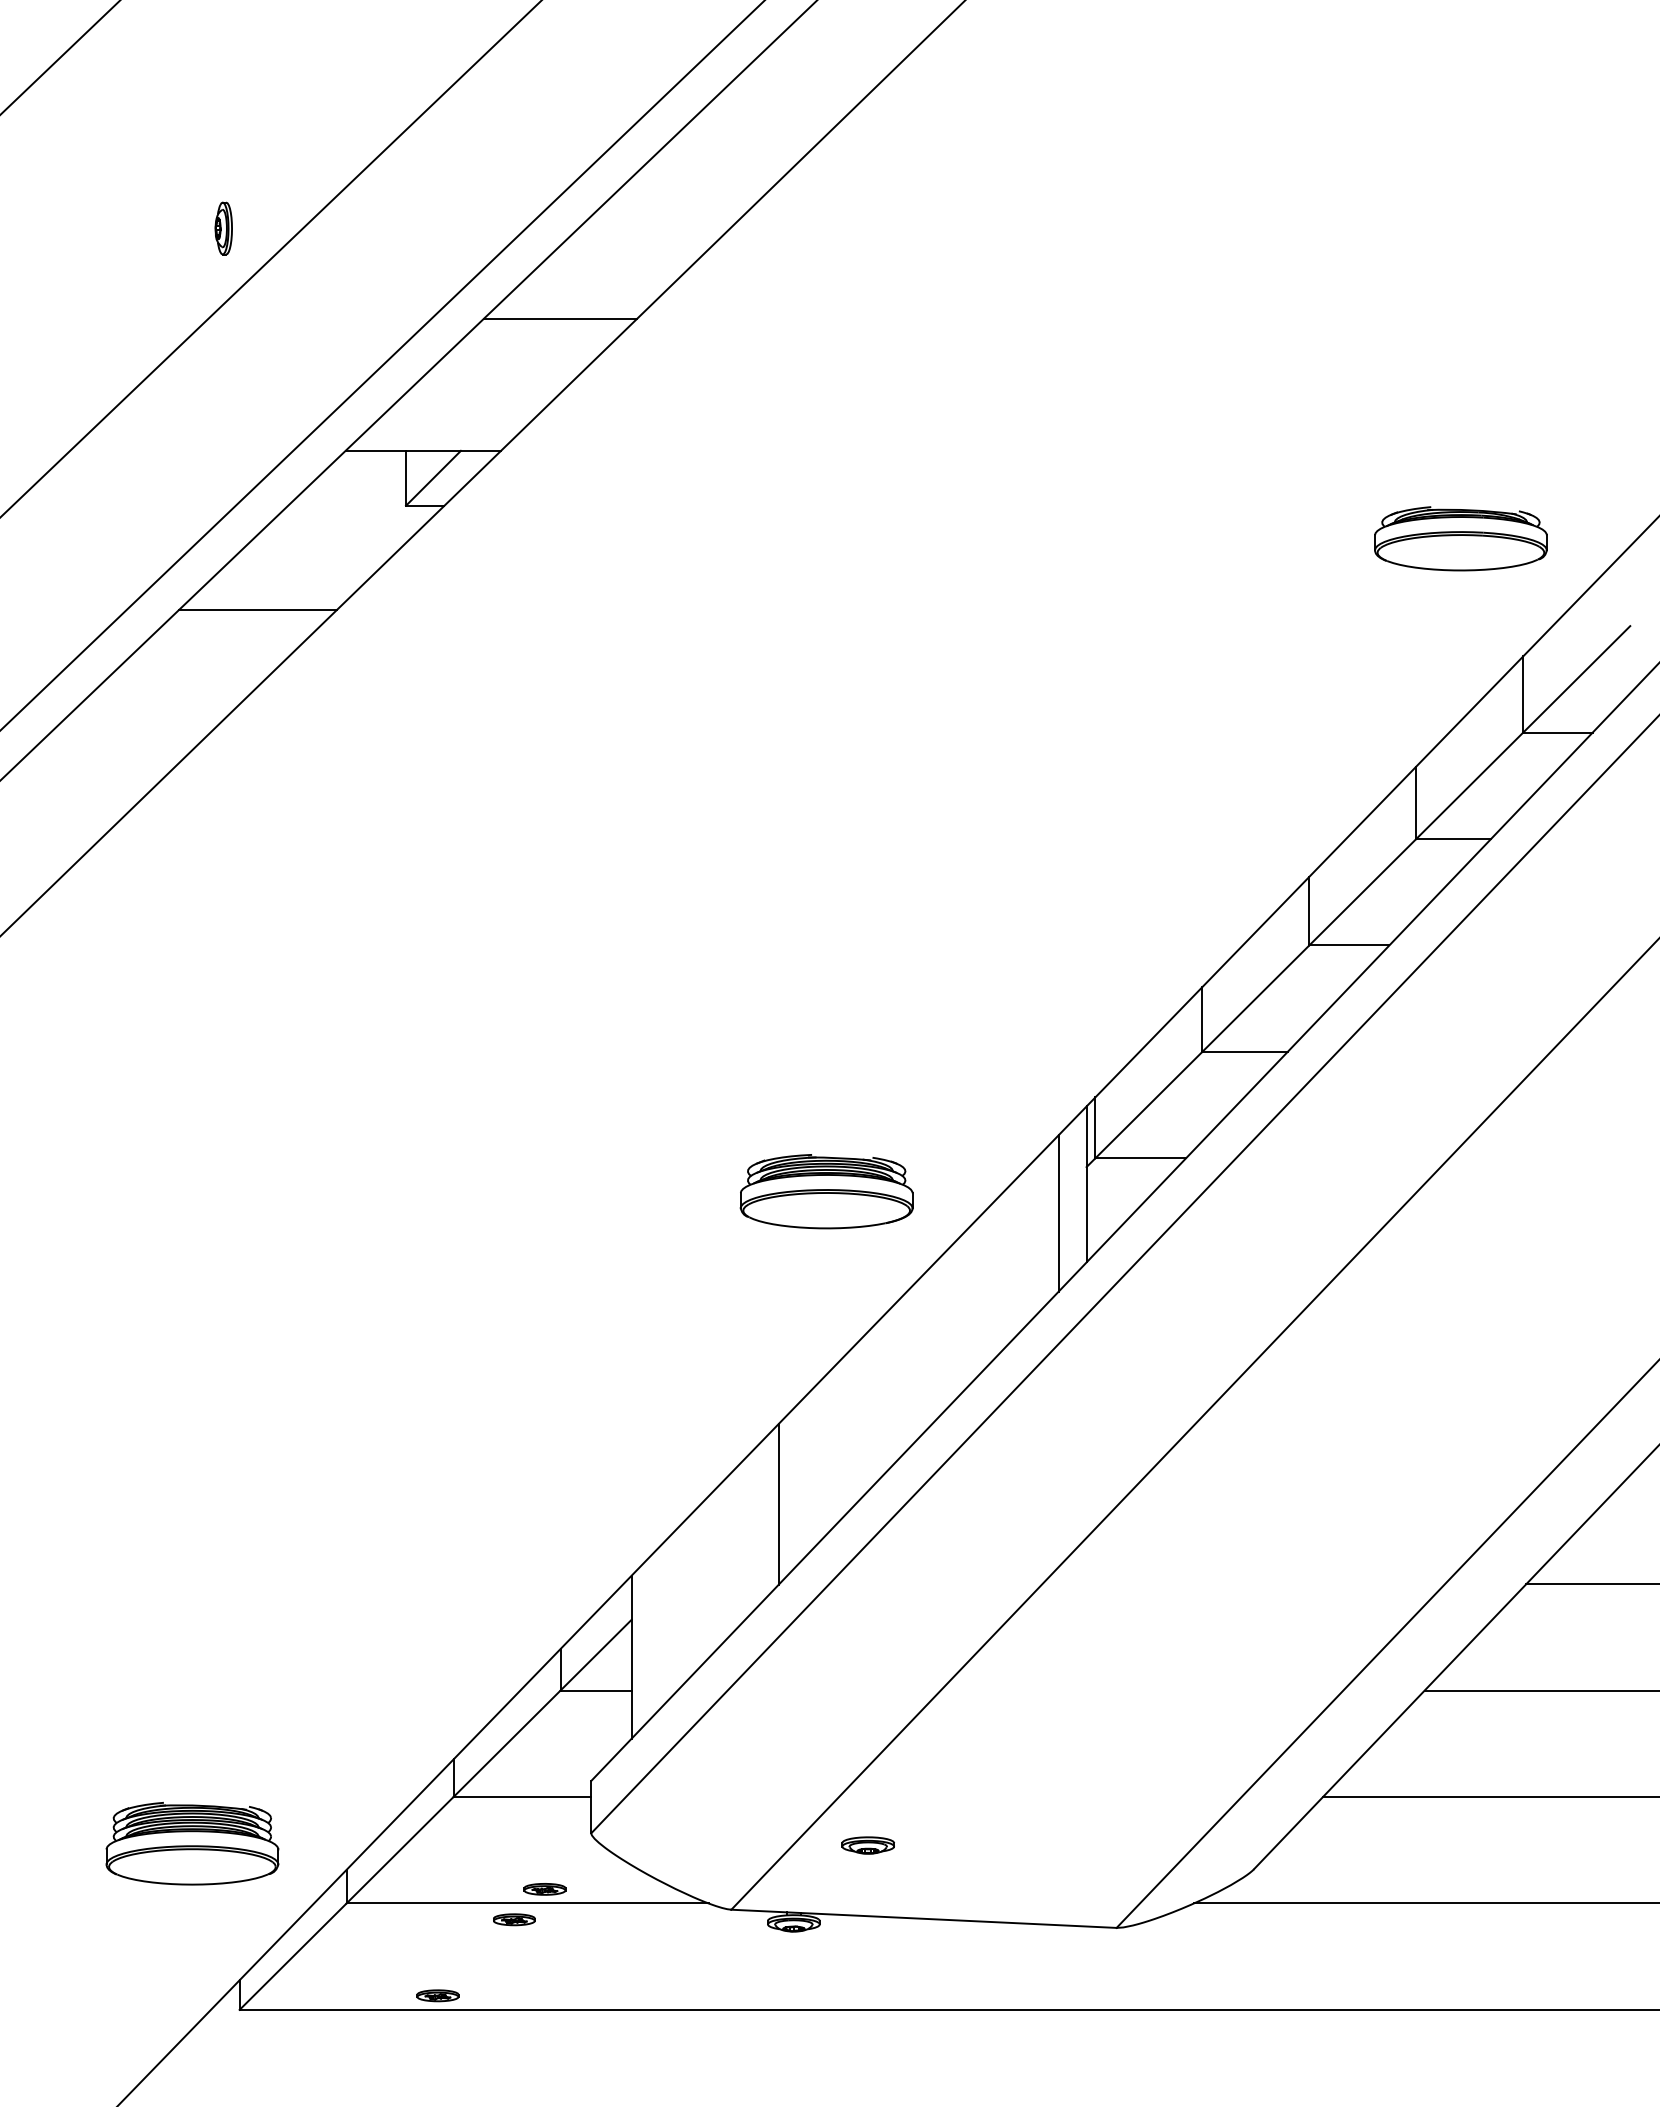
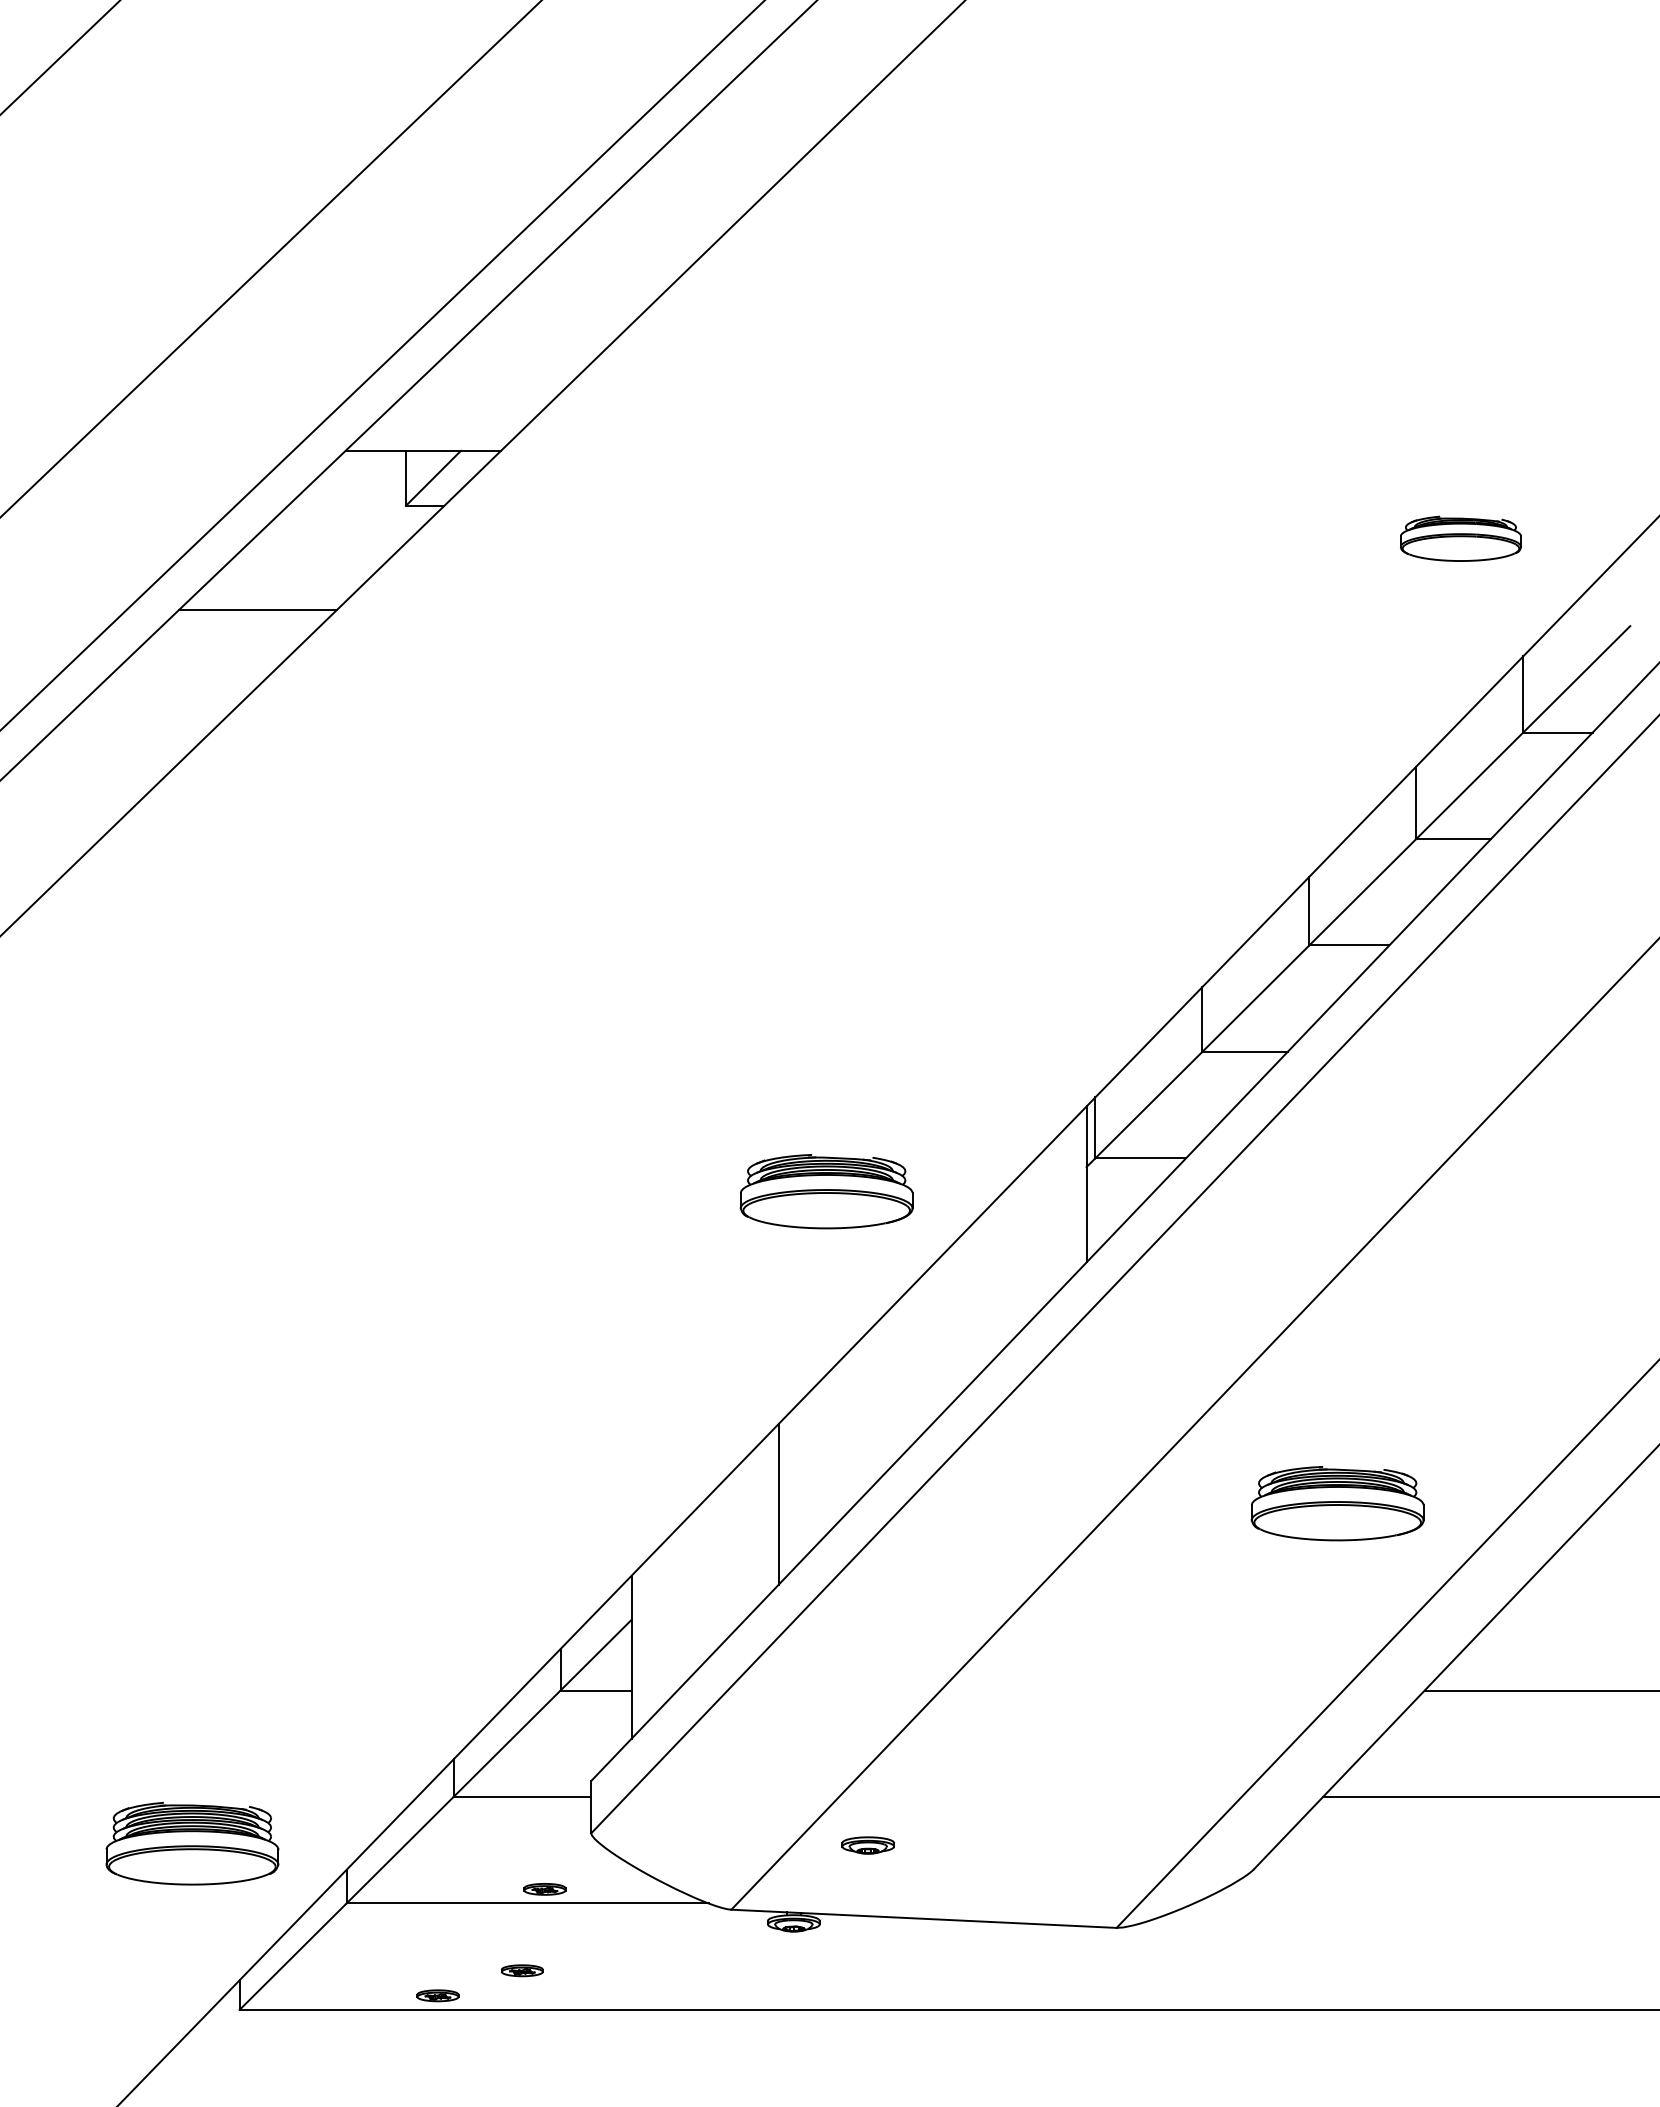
part at (223, 228): present -> none
line at (559, 319): present -> none
part at (1460, 538) size: 174x66 px -> 122x47 px
line at (1058, 1213): present -> none
part at (1337, 1503): none -> present
line at (1591, 1584): present -> none
line at (1424, 1903): present -> none
part at (514, 1919) position: (514, 1919) -> (522, 1970)
